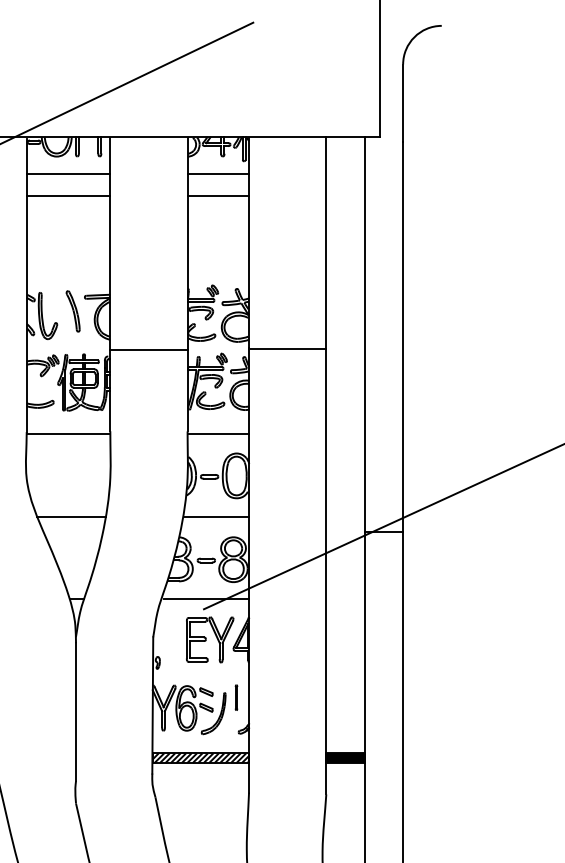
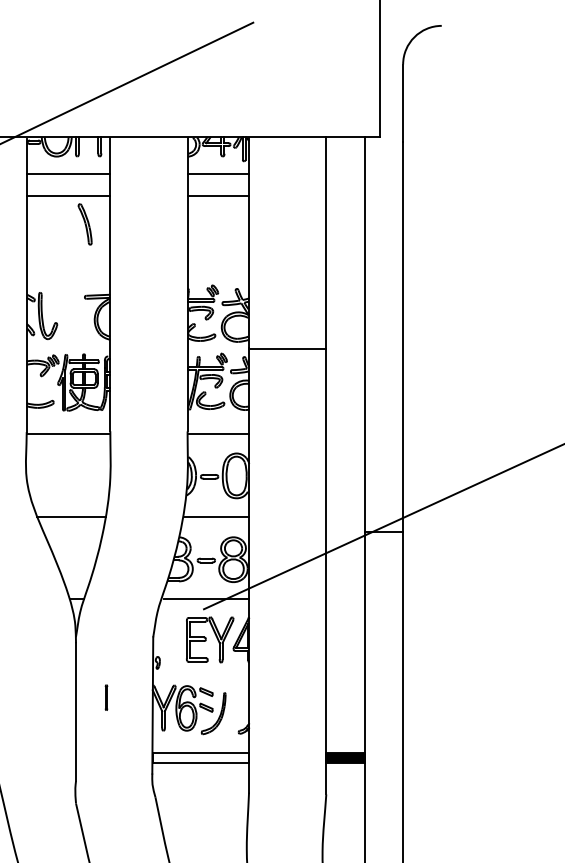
part at (72, 311) position: (72, 311) -> (84, 224)
line at (148, 350): present -> none
line at (236, 697) position: (236, 697) -> (106, 697)
hatch at (200, 758): present -> none
